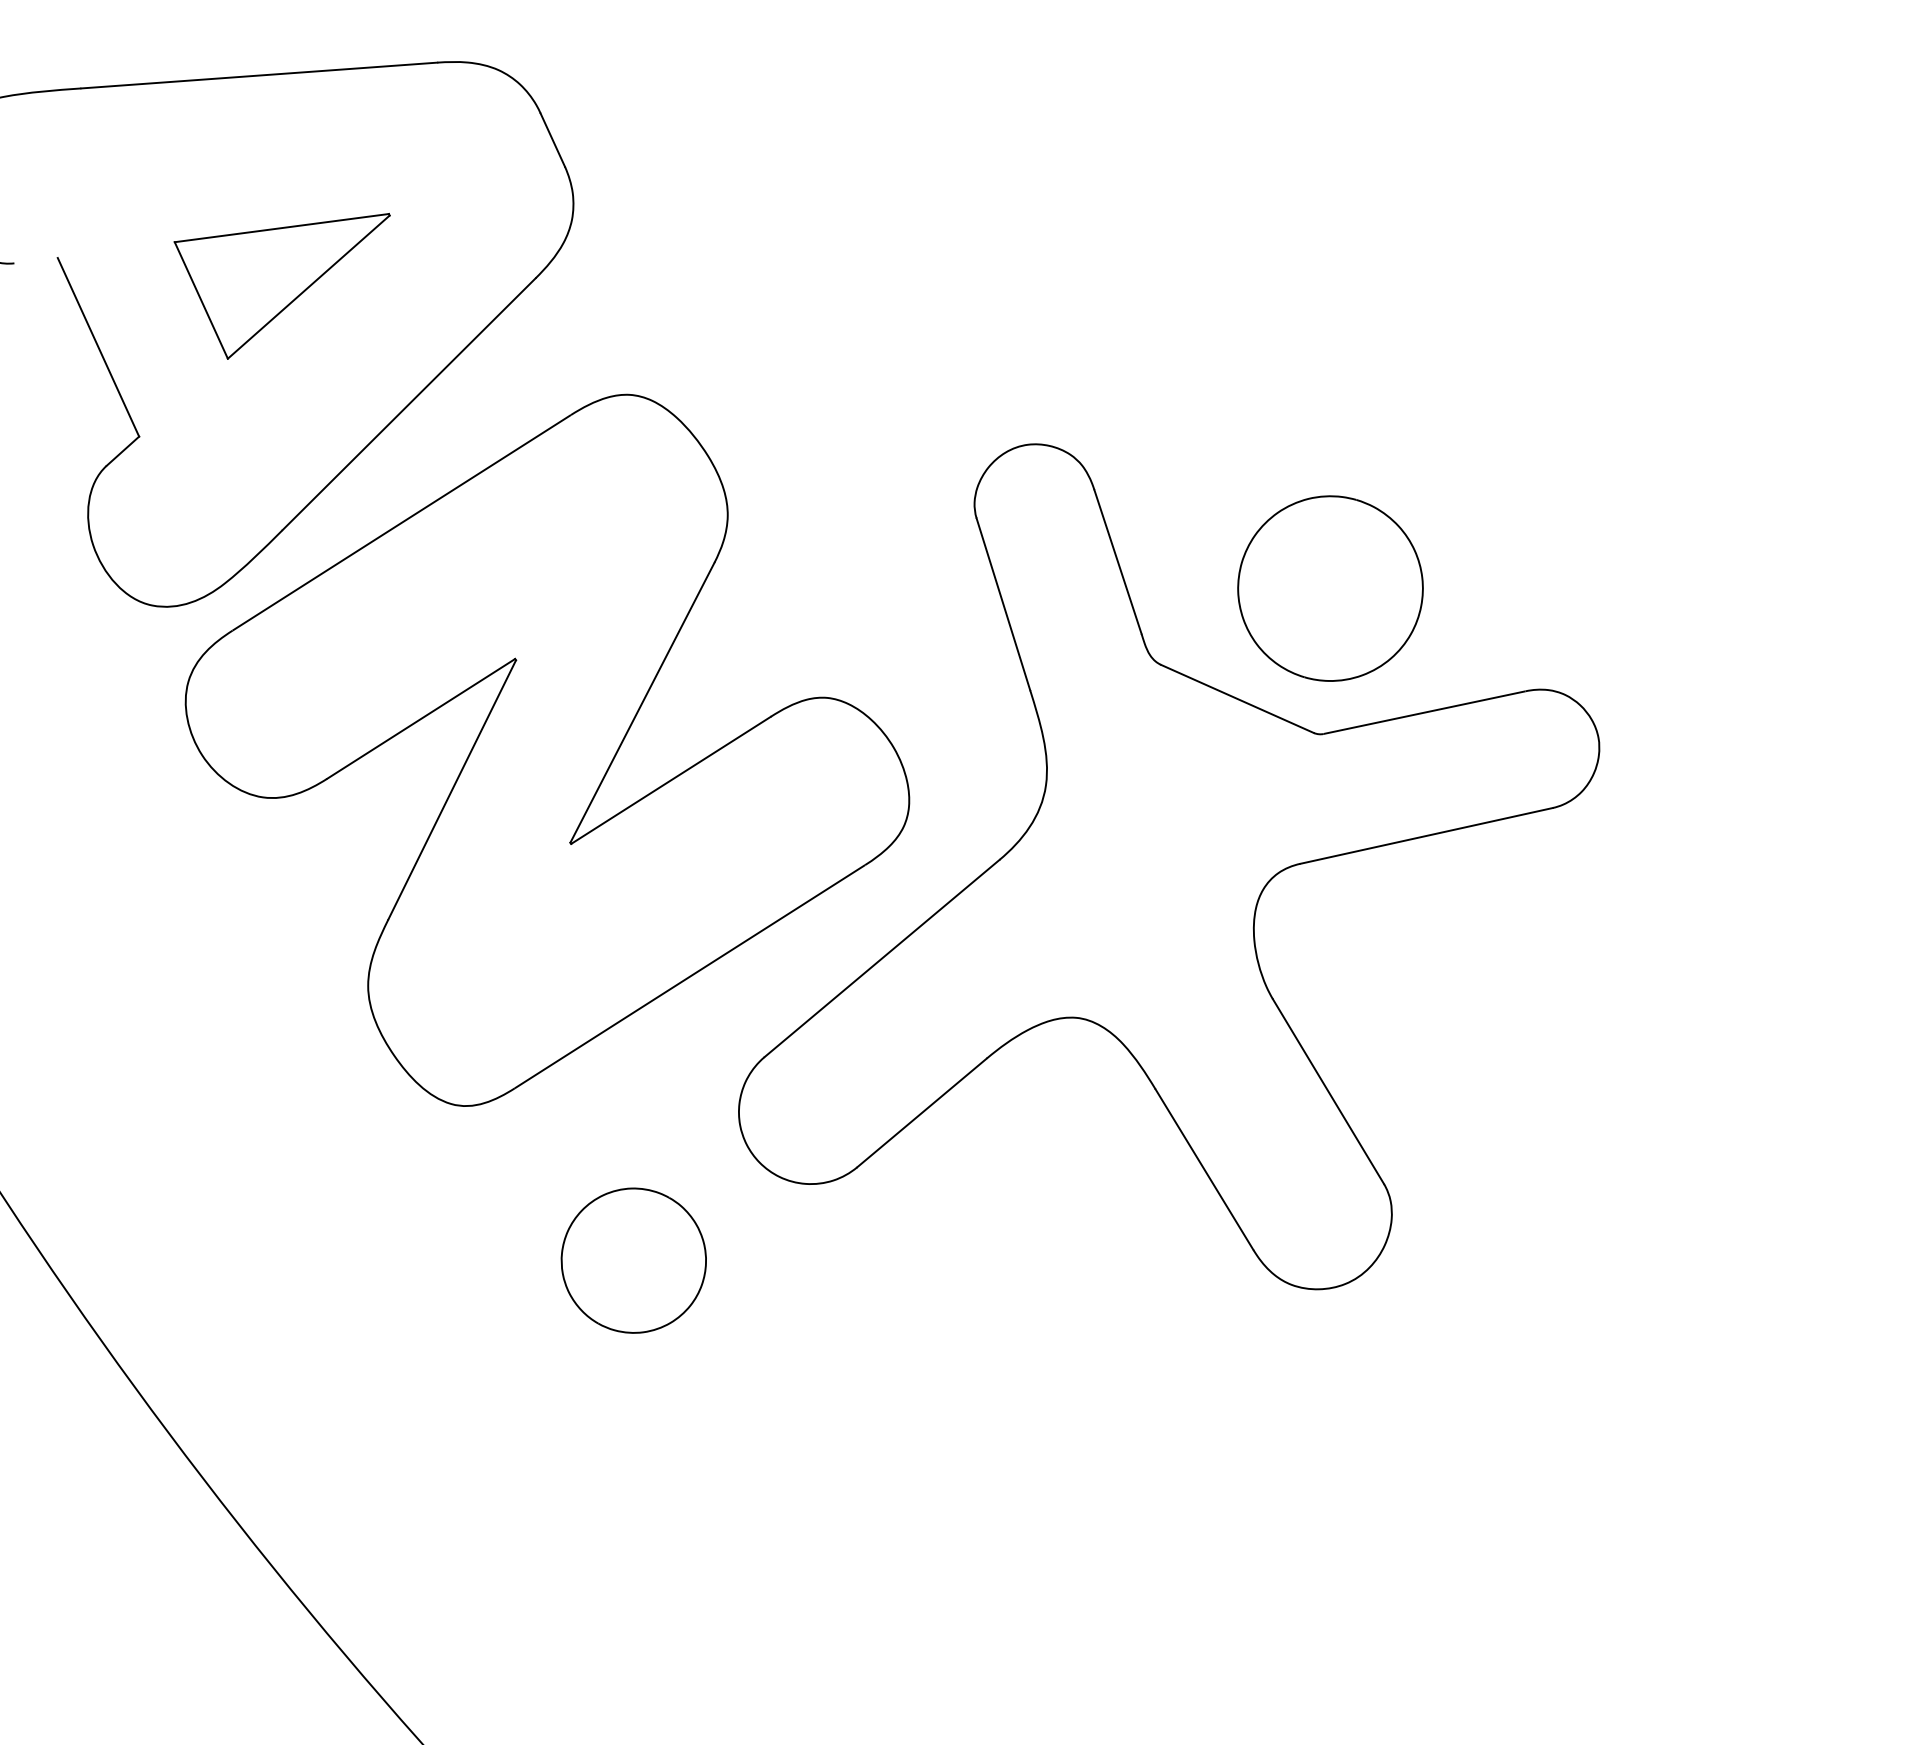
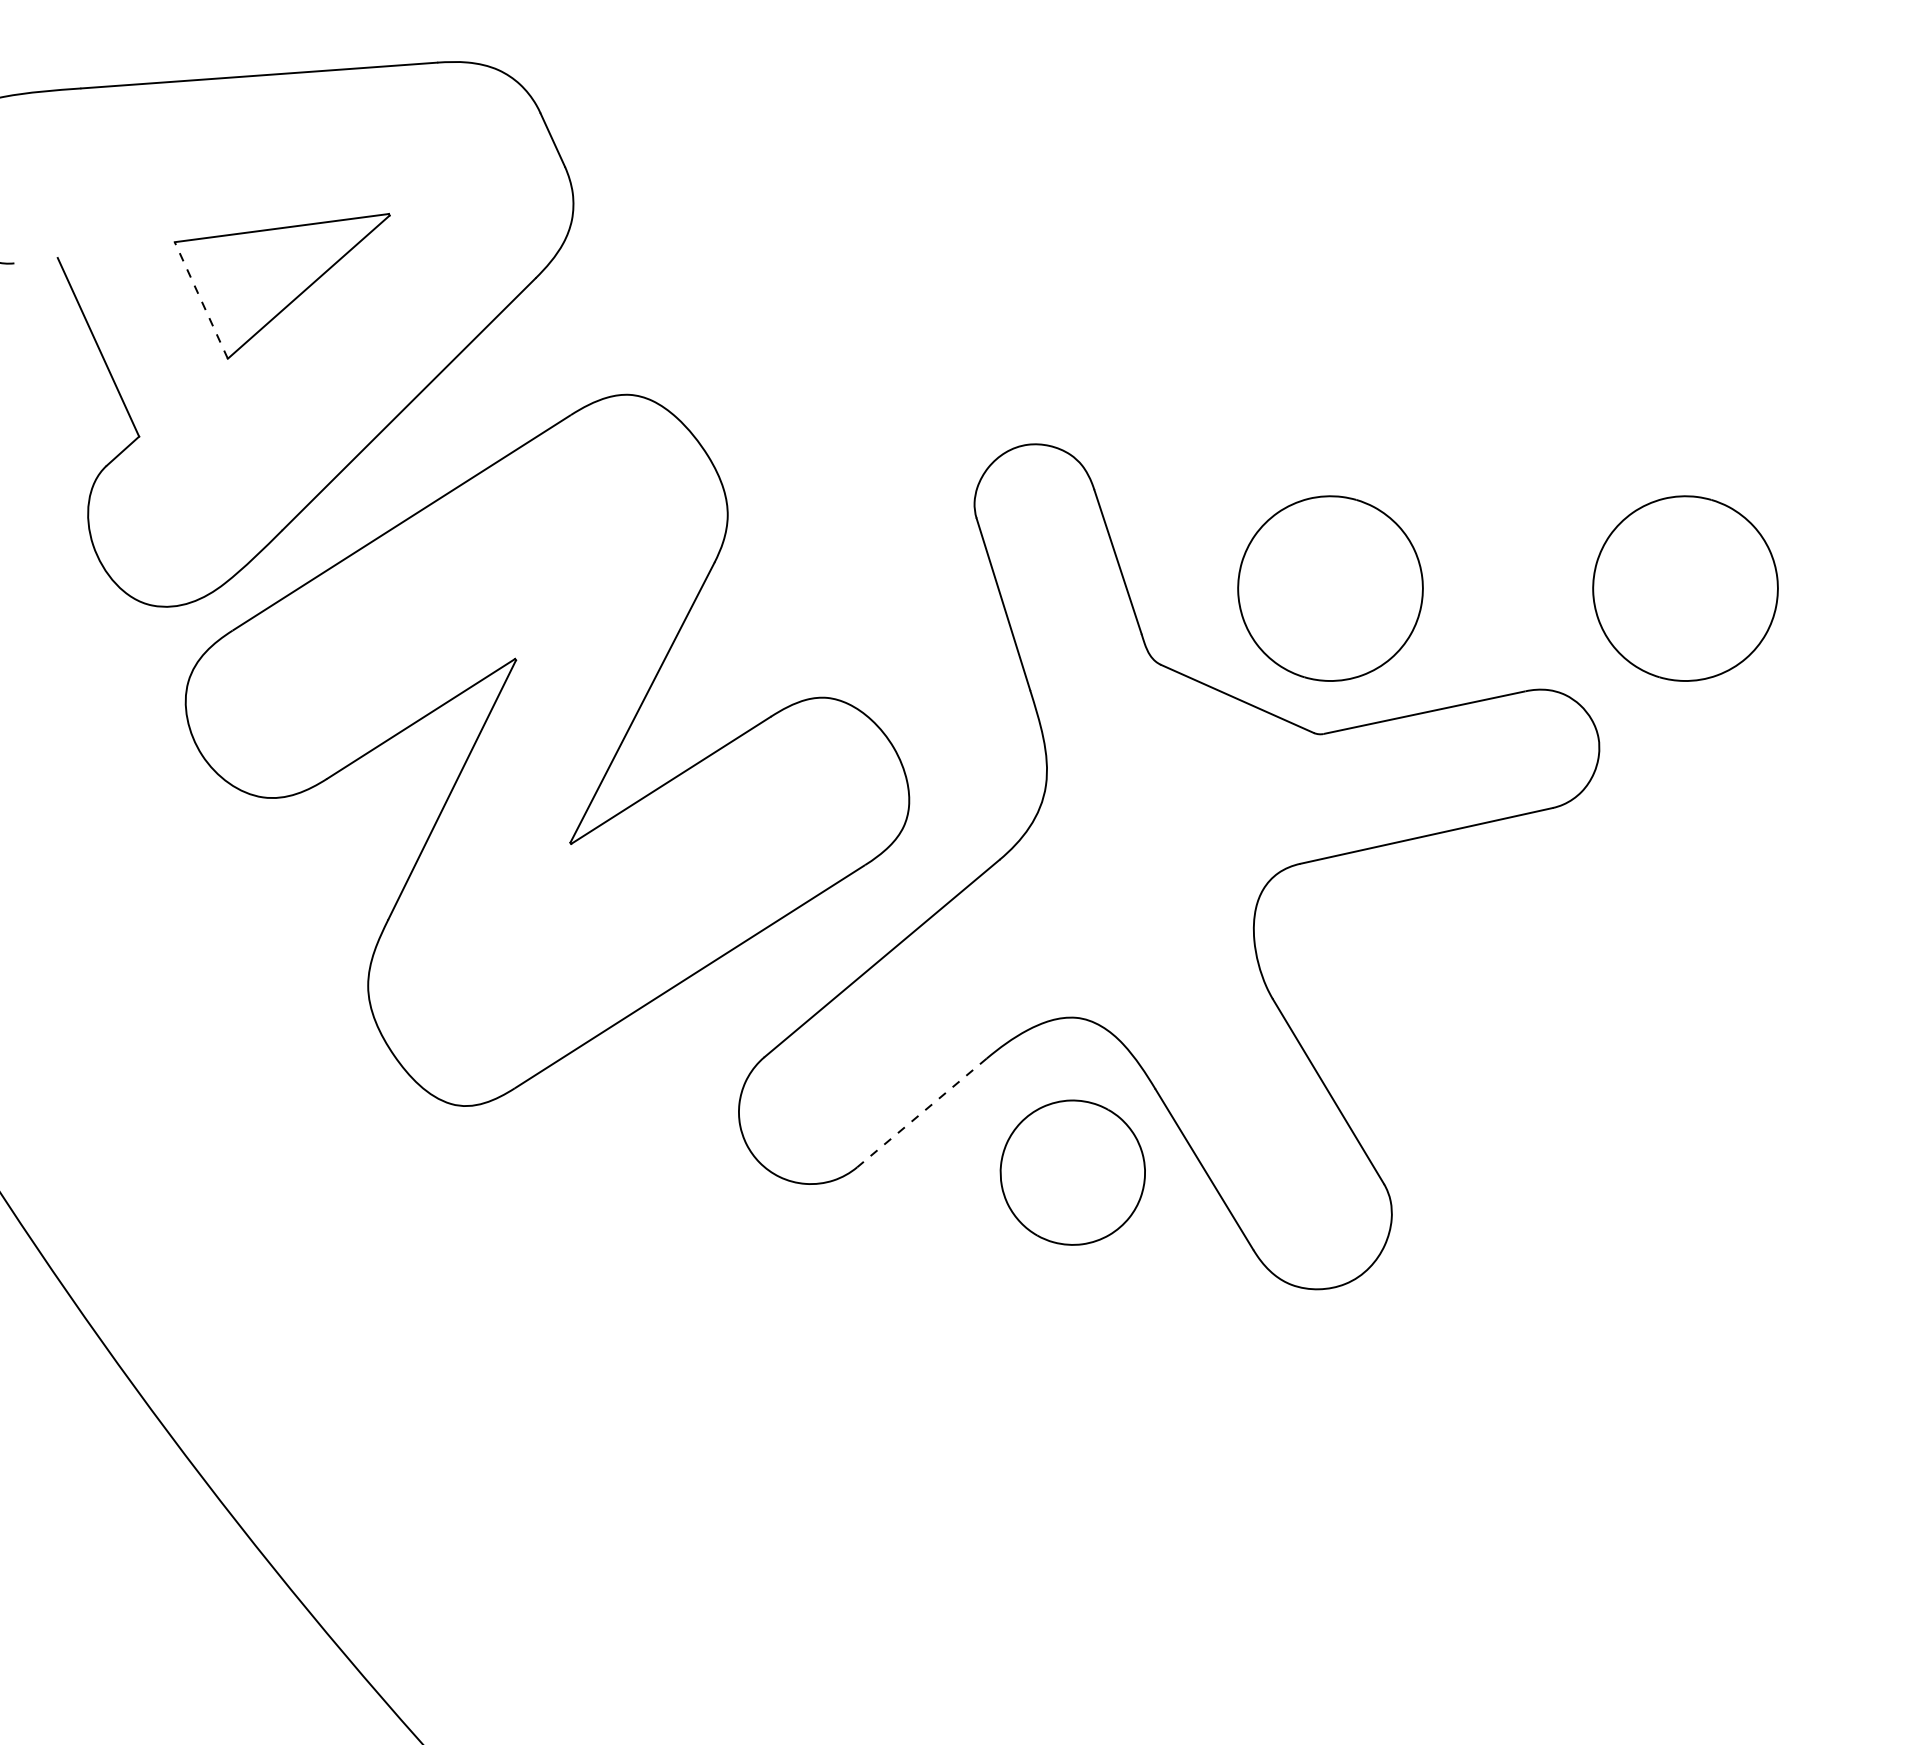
line at (201, 300): solid -> dashed
part at (1685, 588): none -> present
line at (922, 1112): solid -> dashed
part at (633, 1260) position: (633, 1260) -> (1072, 1172)
